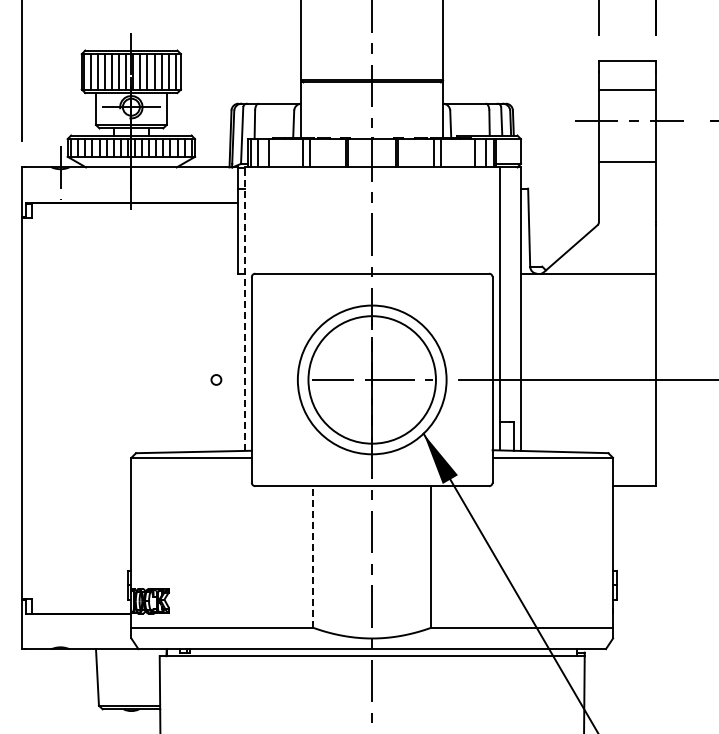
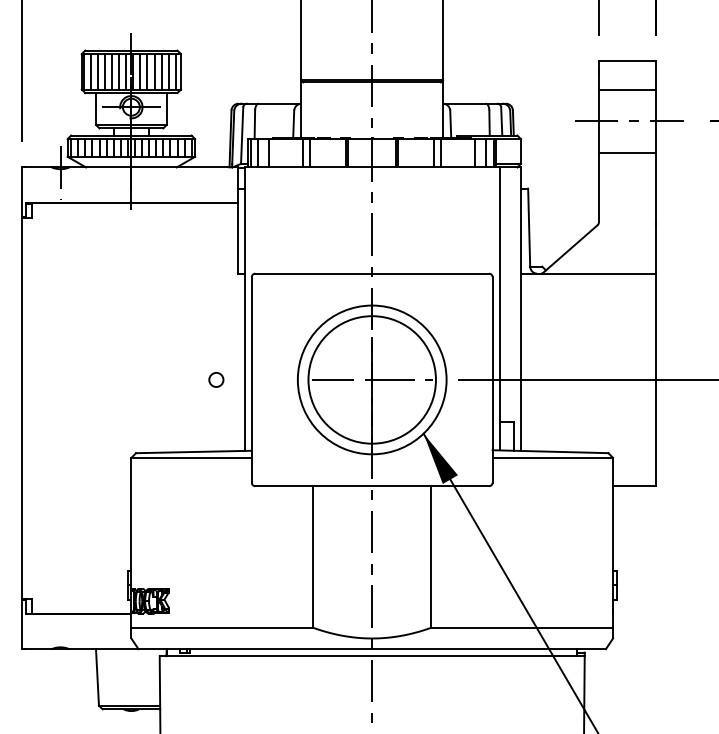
line at (626, 162) position: (626, 162) -> (626, 153)
line at (244, 309): dashed -> solid
circle at (216, 379) size: 13x12 px -> 17x16 px
line at (313, 557): dashed -> solid
